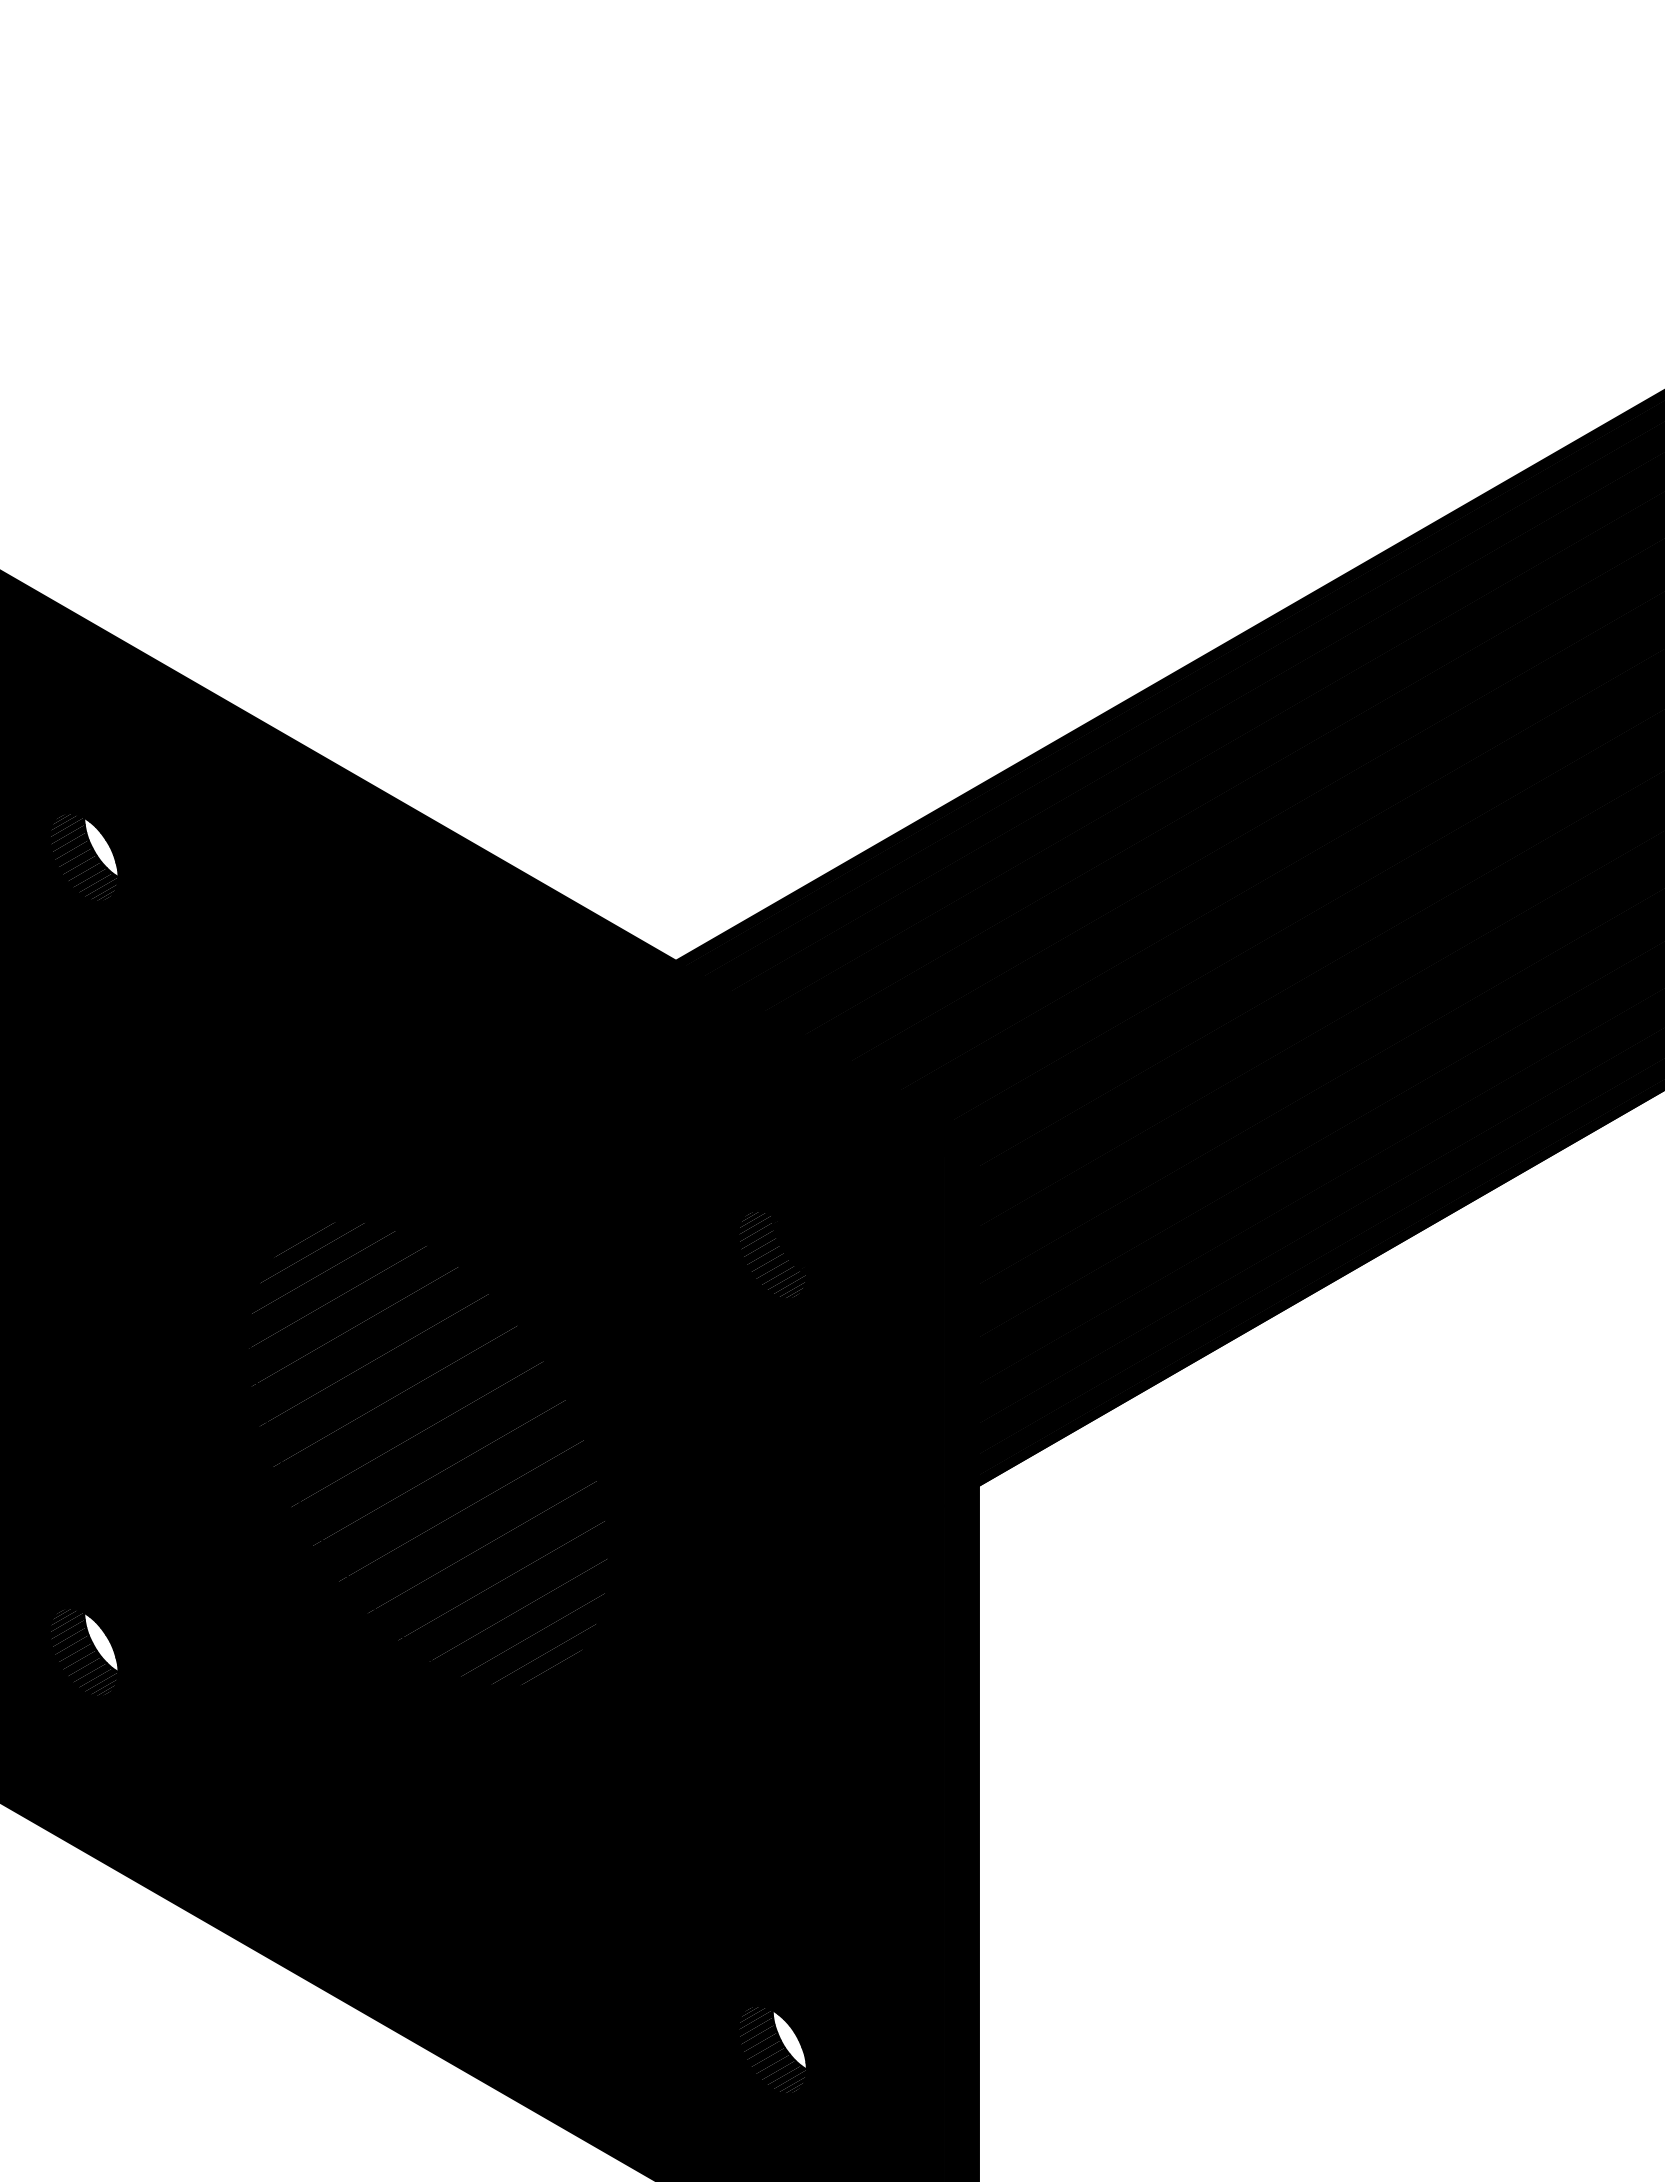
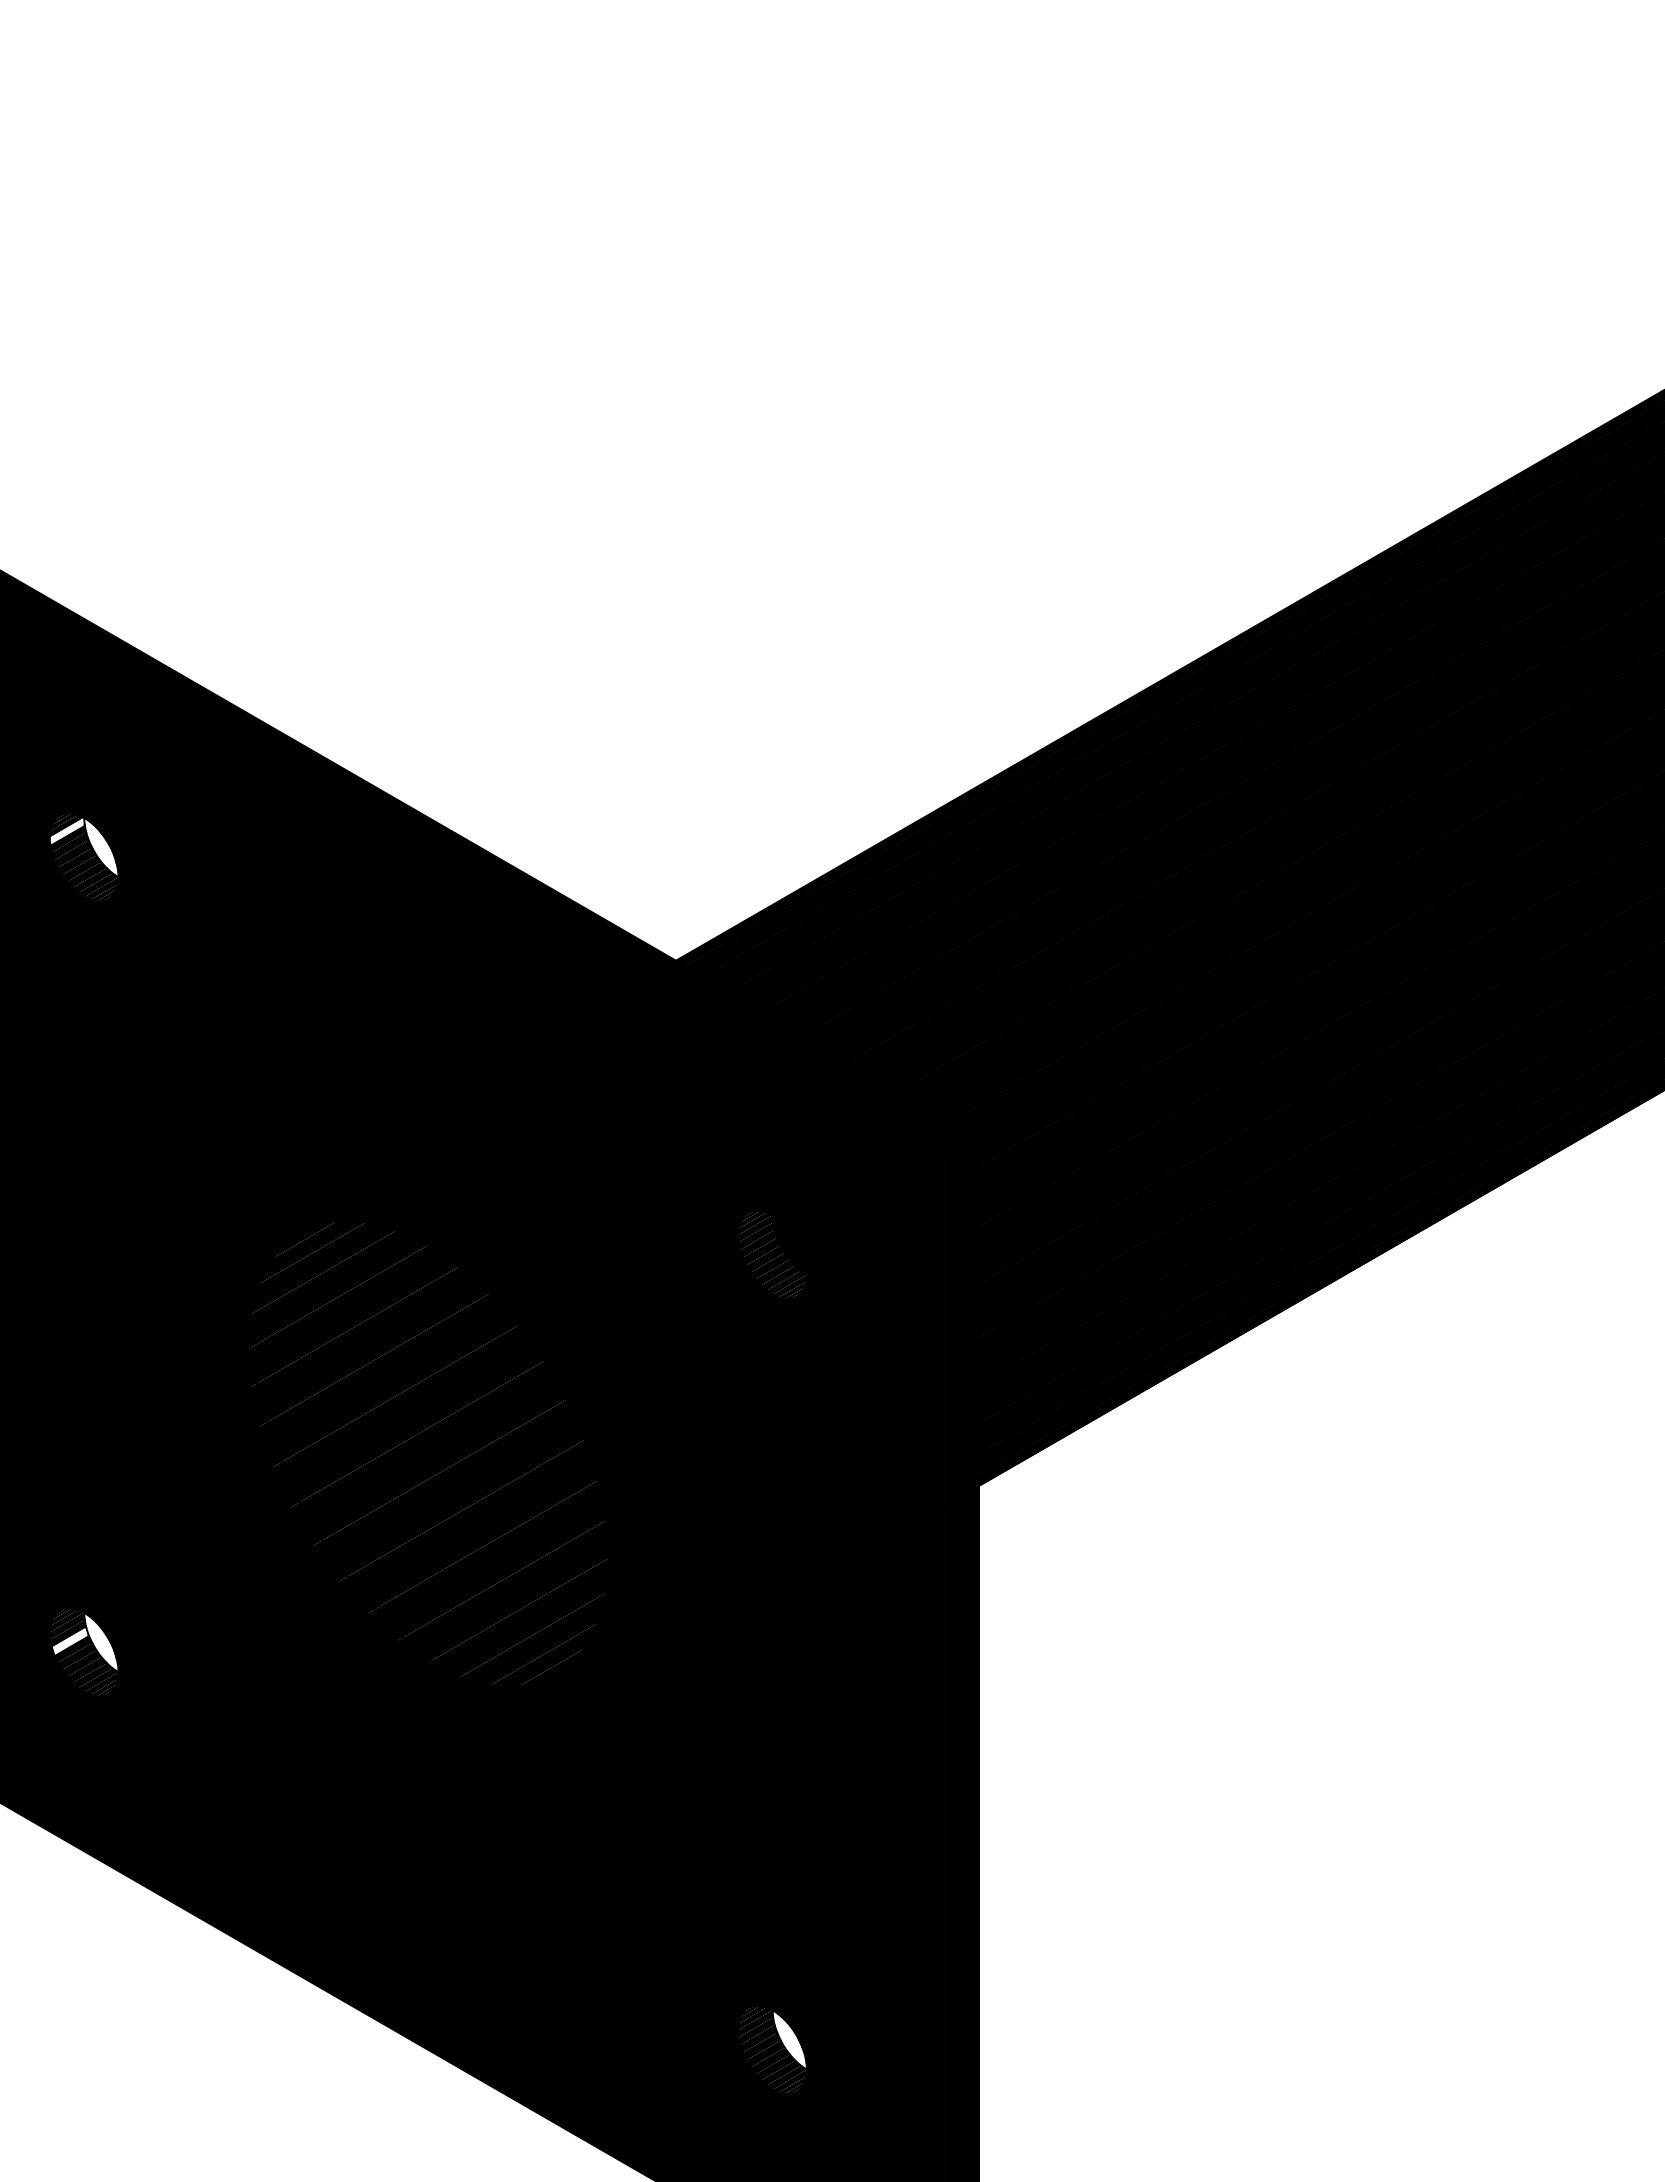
fill at (66, 830): present -> none
fill at (69, 1641): present -> none
